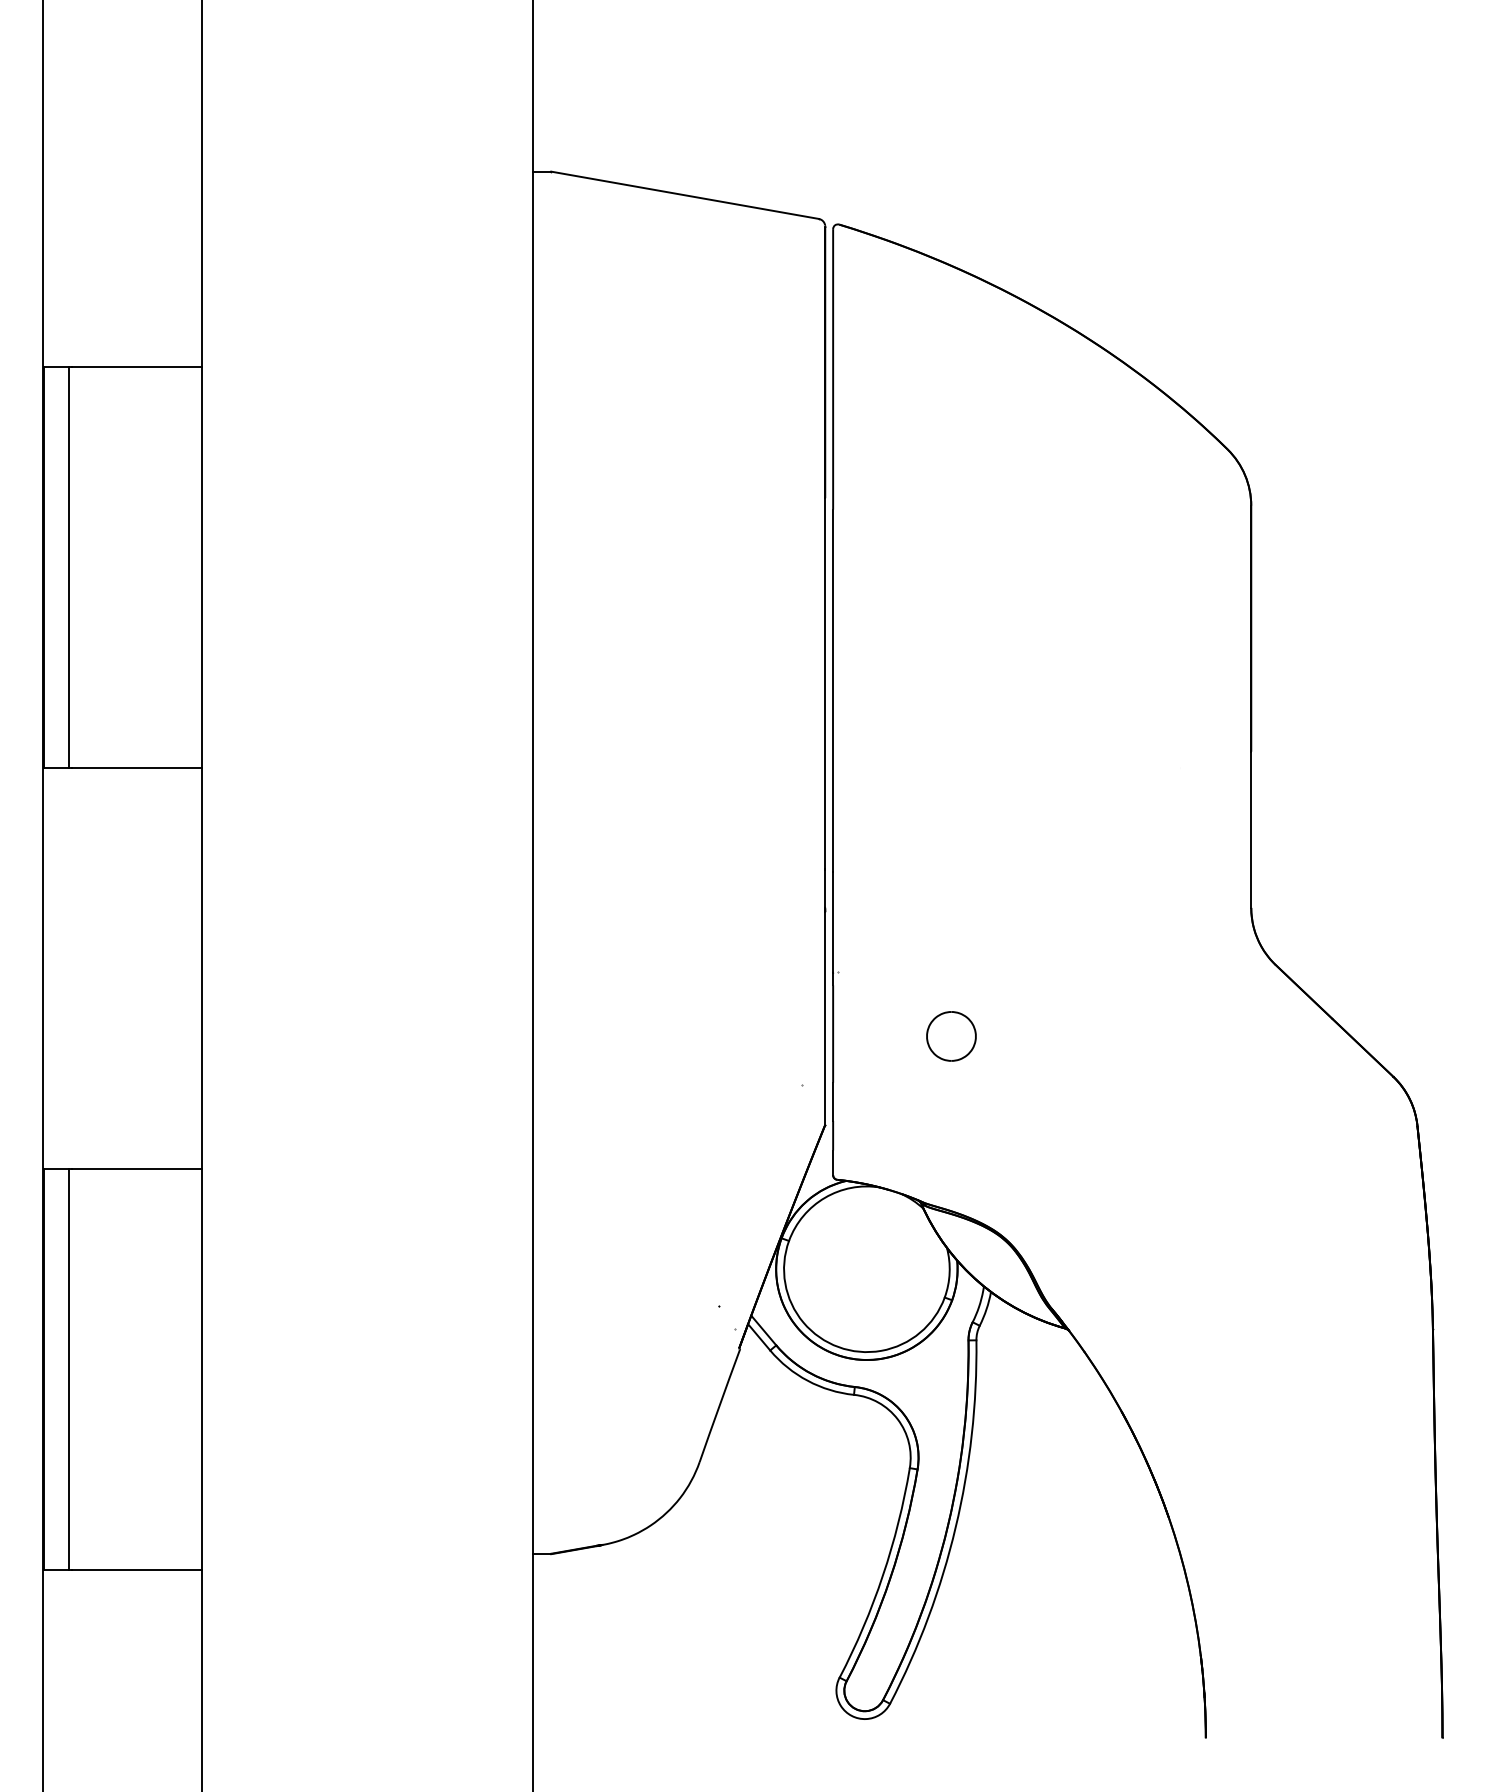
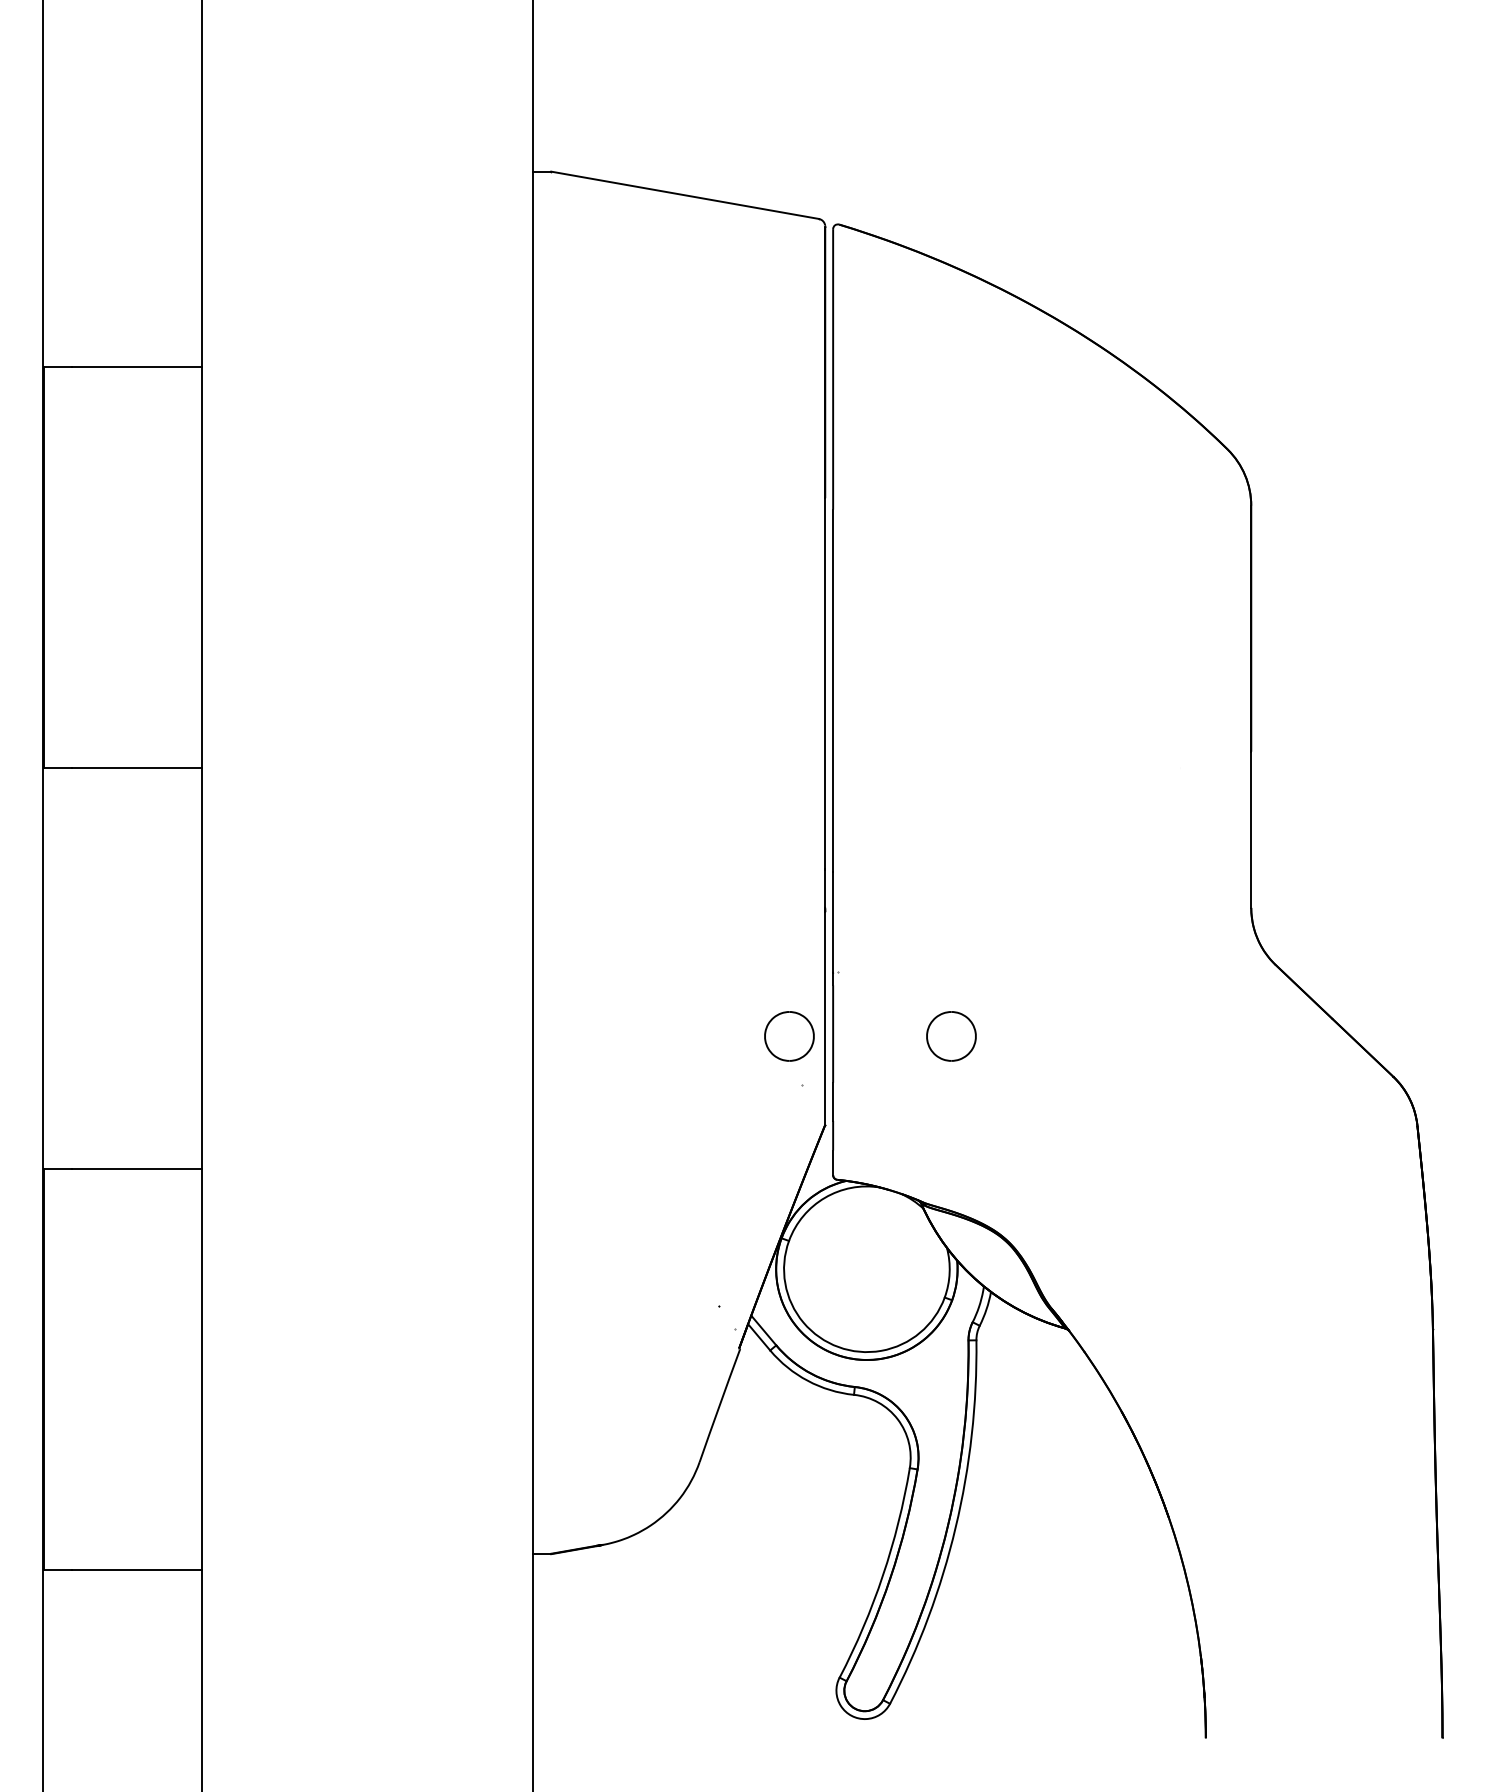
line at (69, 567): present -> none
part at (789, 1036): none -> present
line at (69, 1369): present -> none
